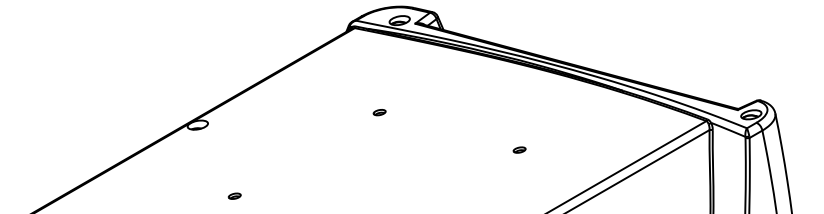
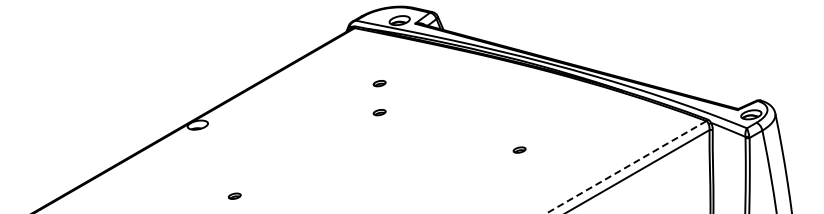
part at (379, 83): none -> present
line at (626, 167): solid -> dashed
